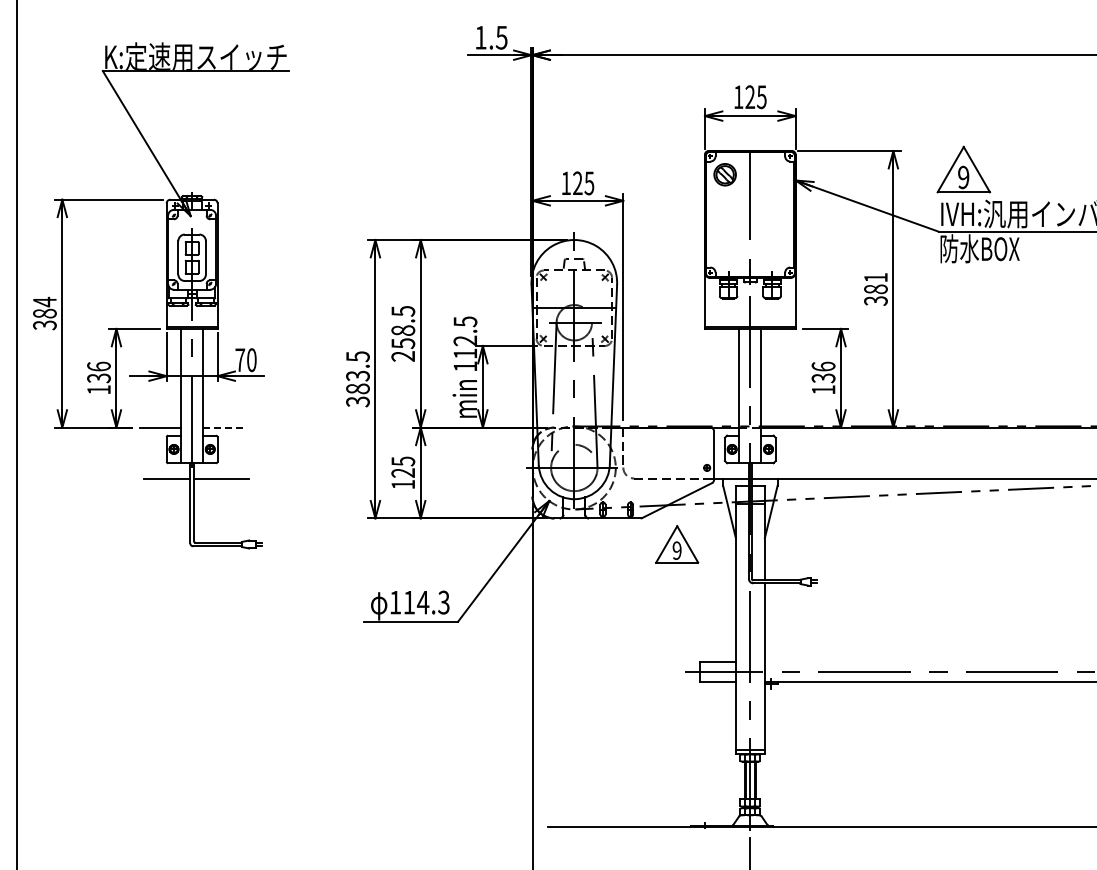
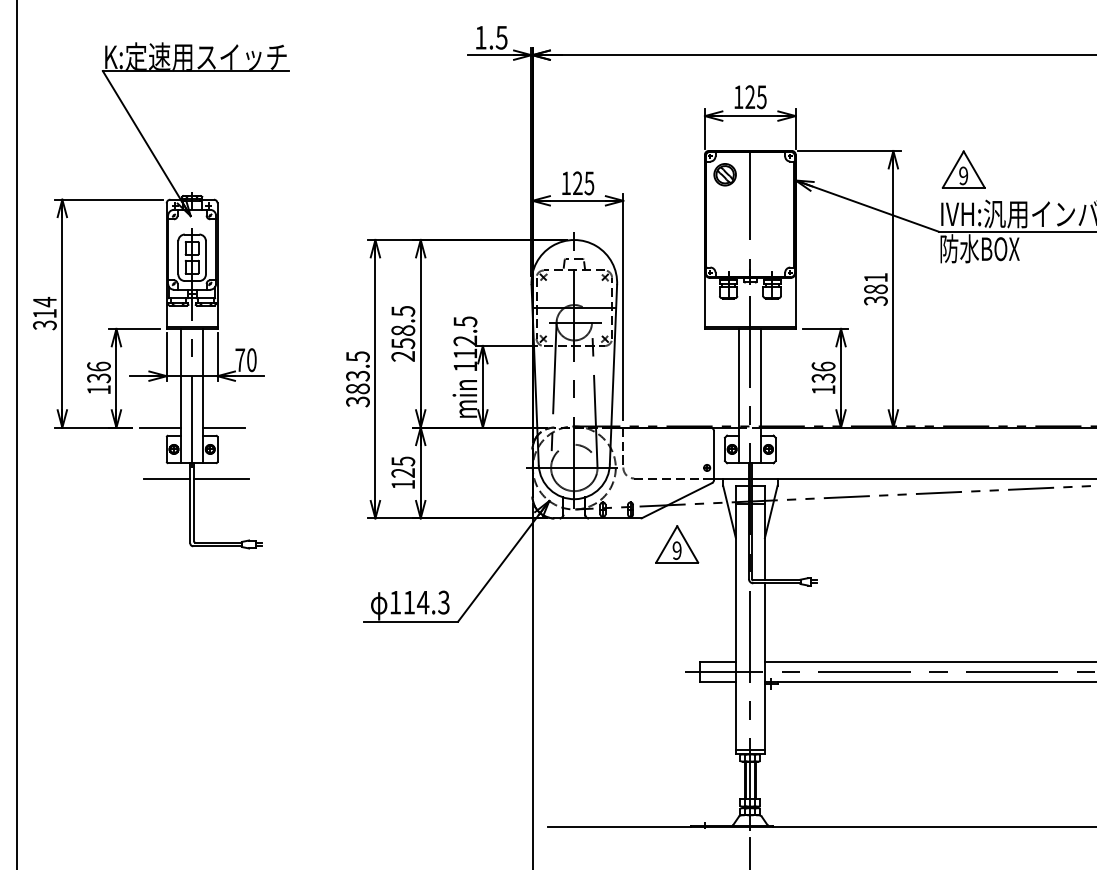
part at (963, 169) size: 56x49 px -> 45x39 px
text at (44, 313): 384 -> 314
line at (224, 427): dashed -> solid
line at (928, 662): none -> present
